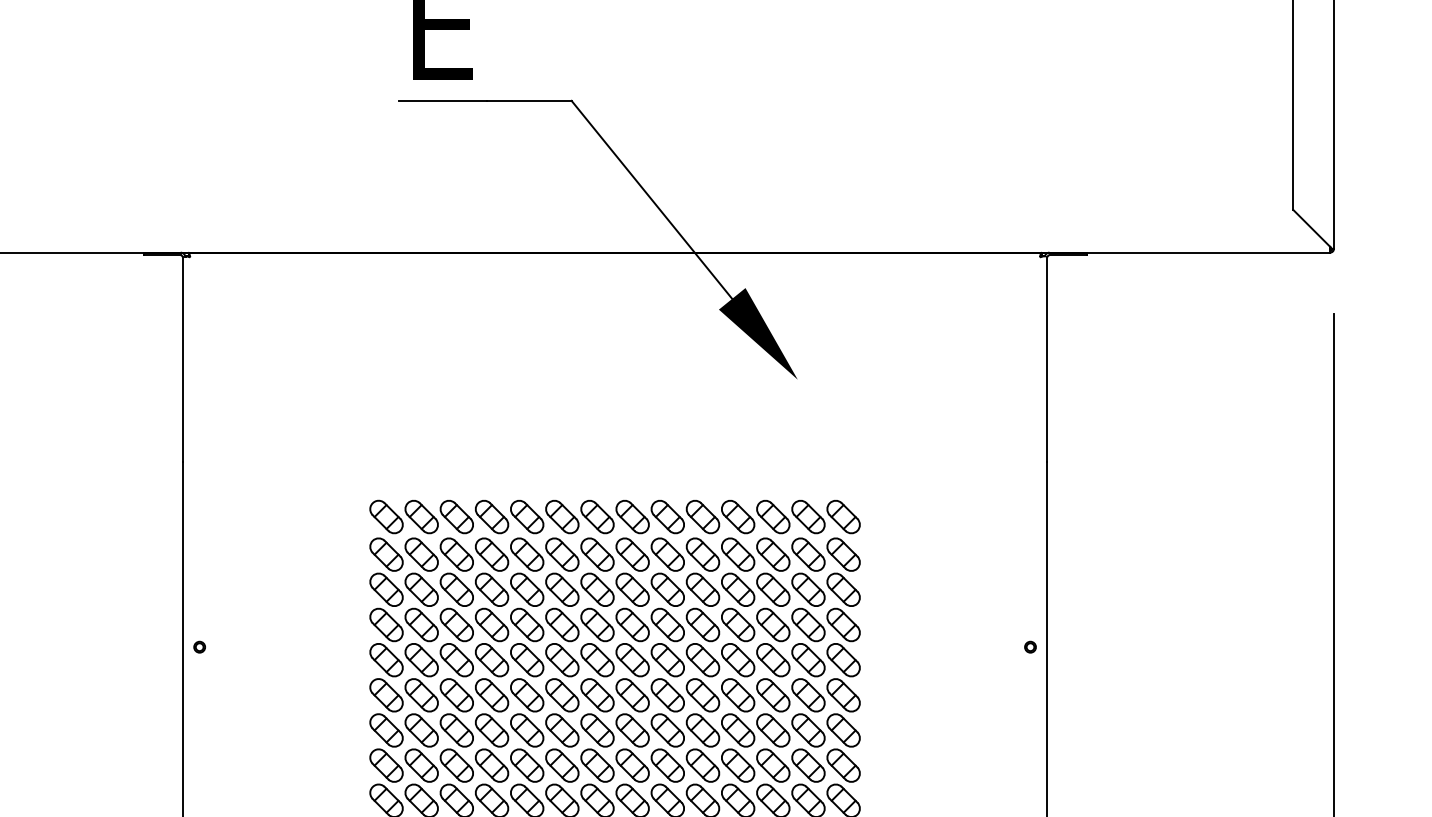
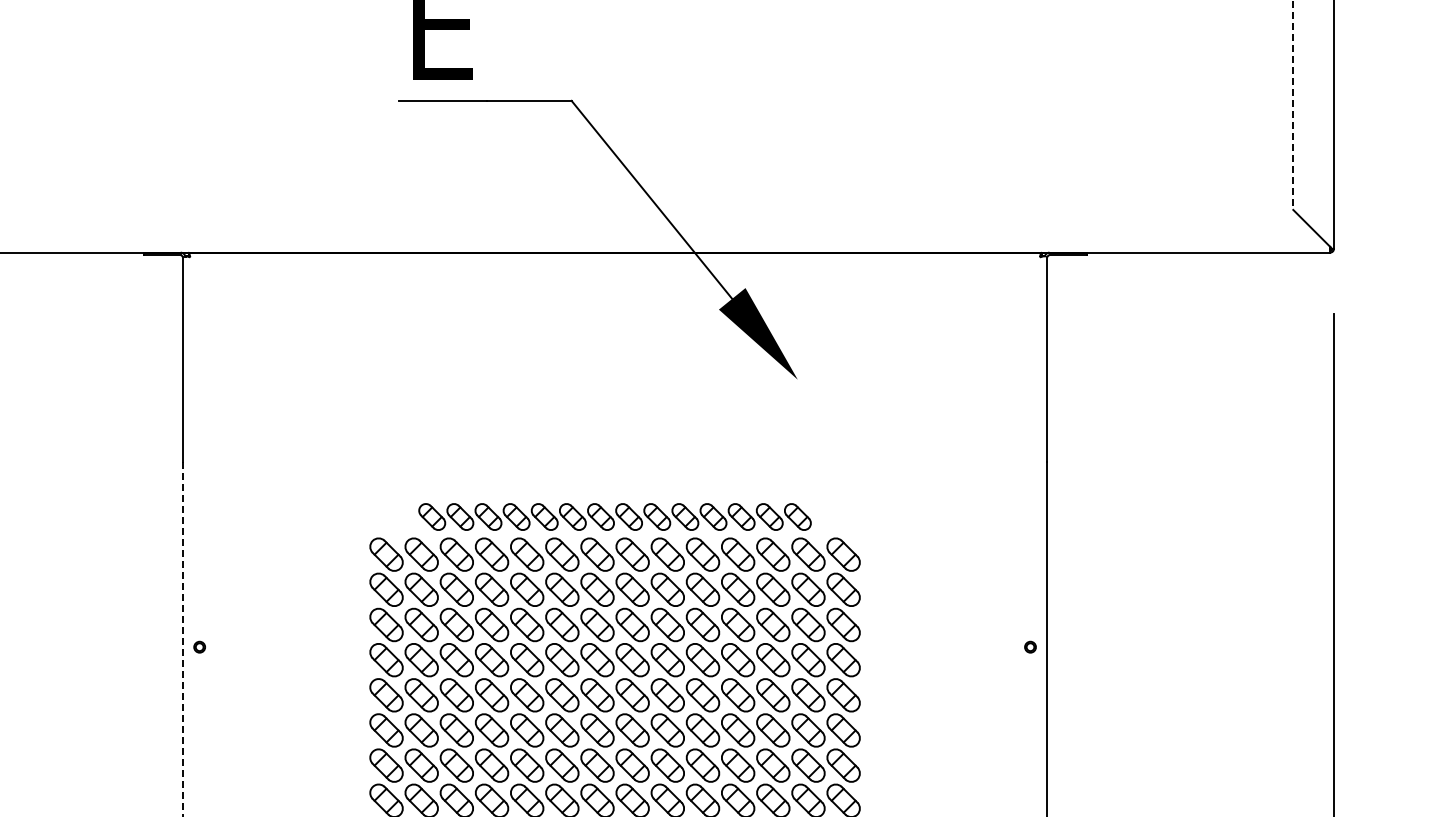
line at (1293, 105): solid -> dashed
part at (614, 516) size: 492x36 px -> 394x28 px
line at (182, 638): solid -> dashed
